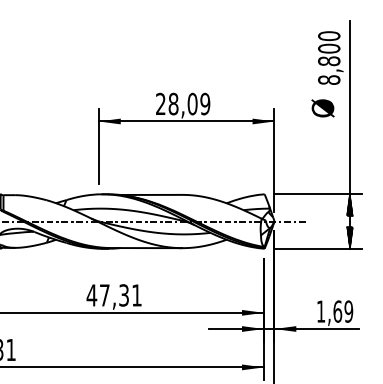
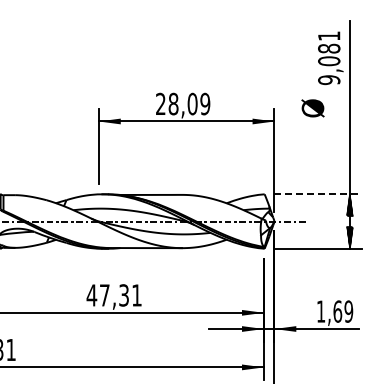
text at (329, 58): 8,800 -> 9,081
text at (322, 108) position: (322, 108) -> (312, 108)
line at (318, 194): solid -> dashed
